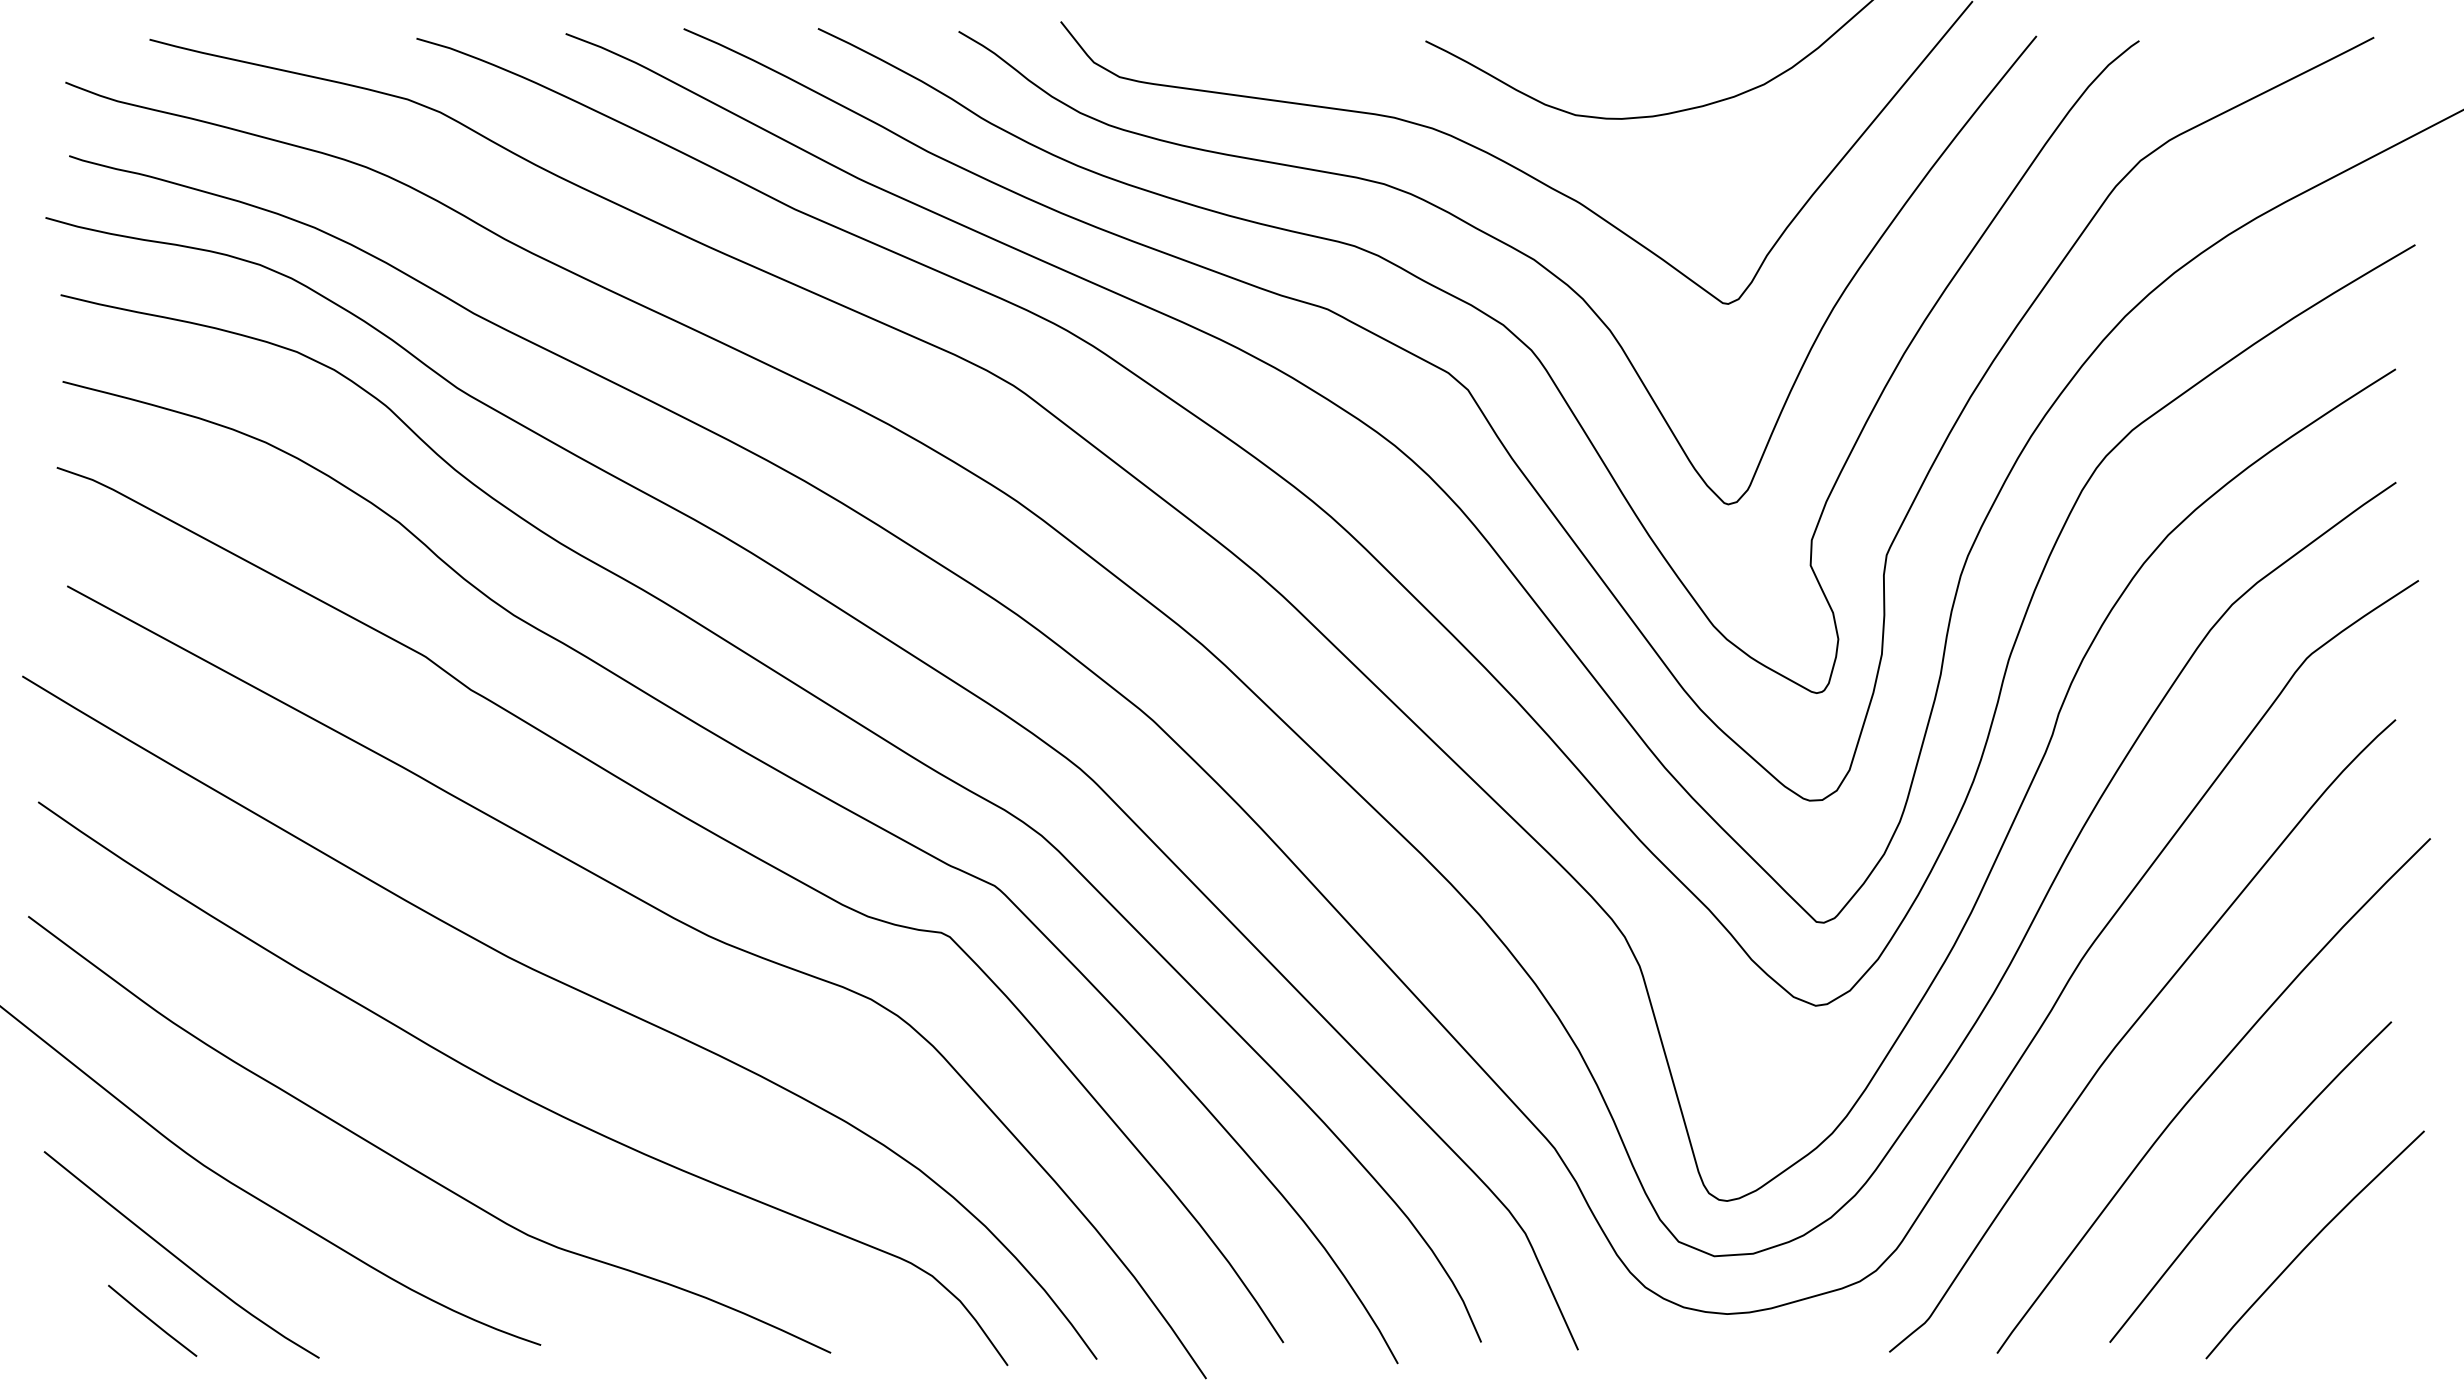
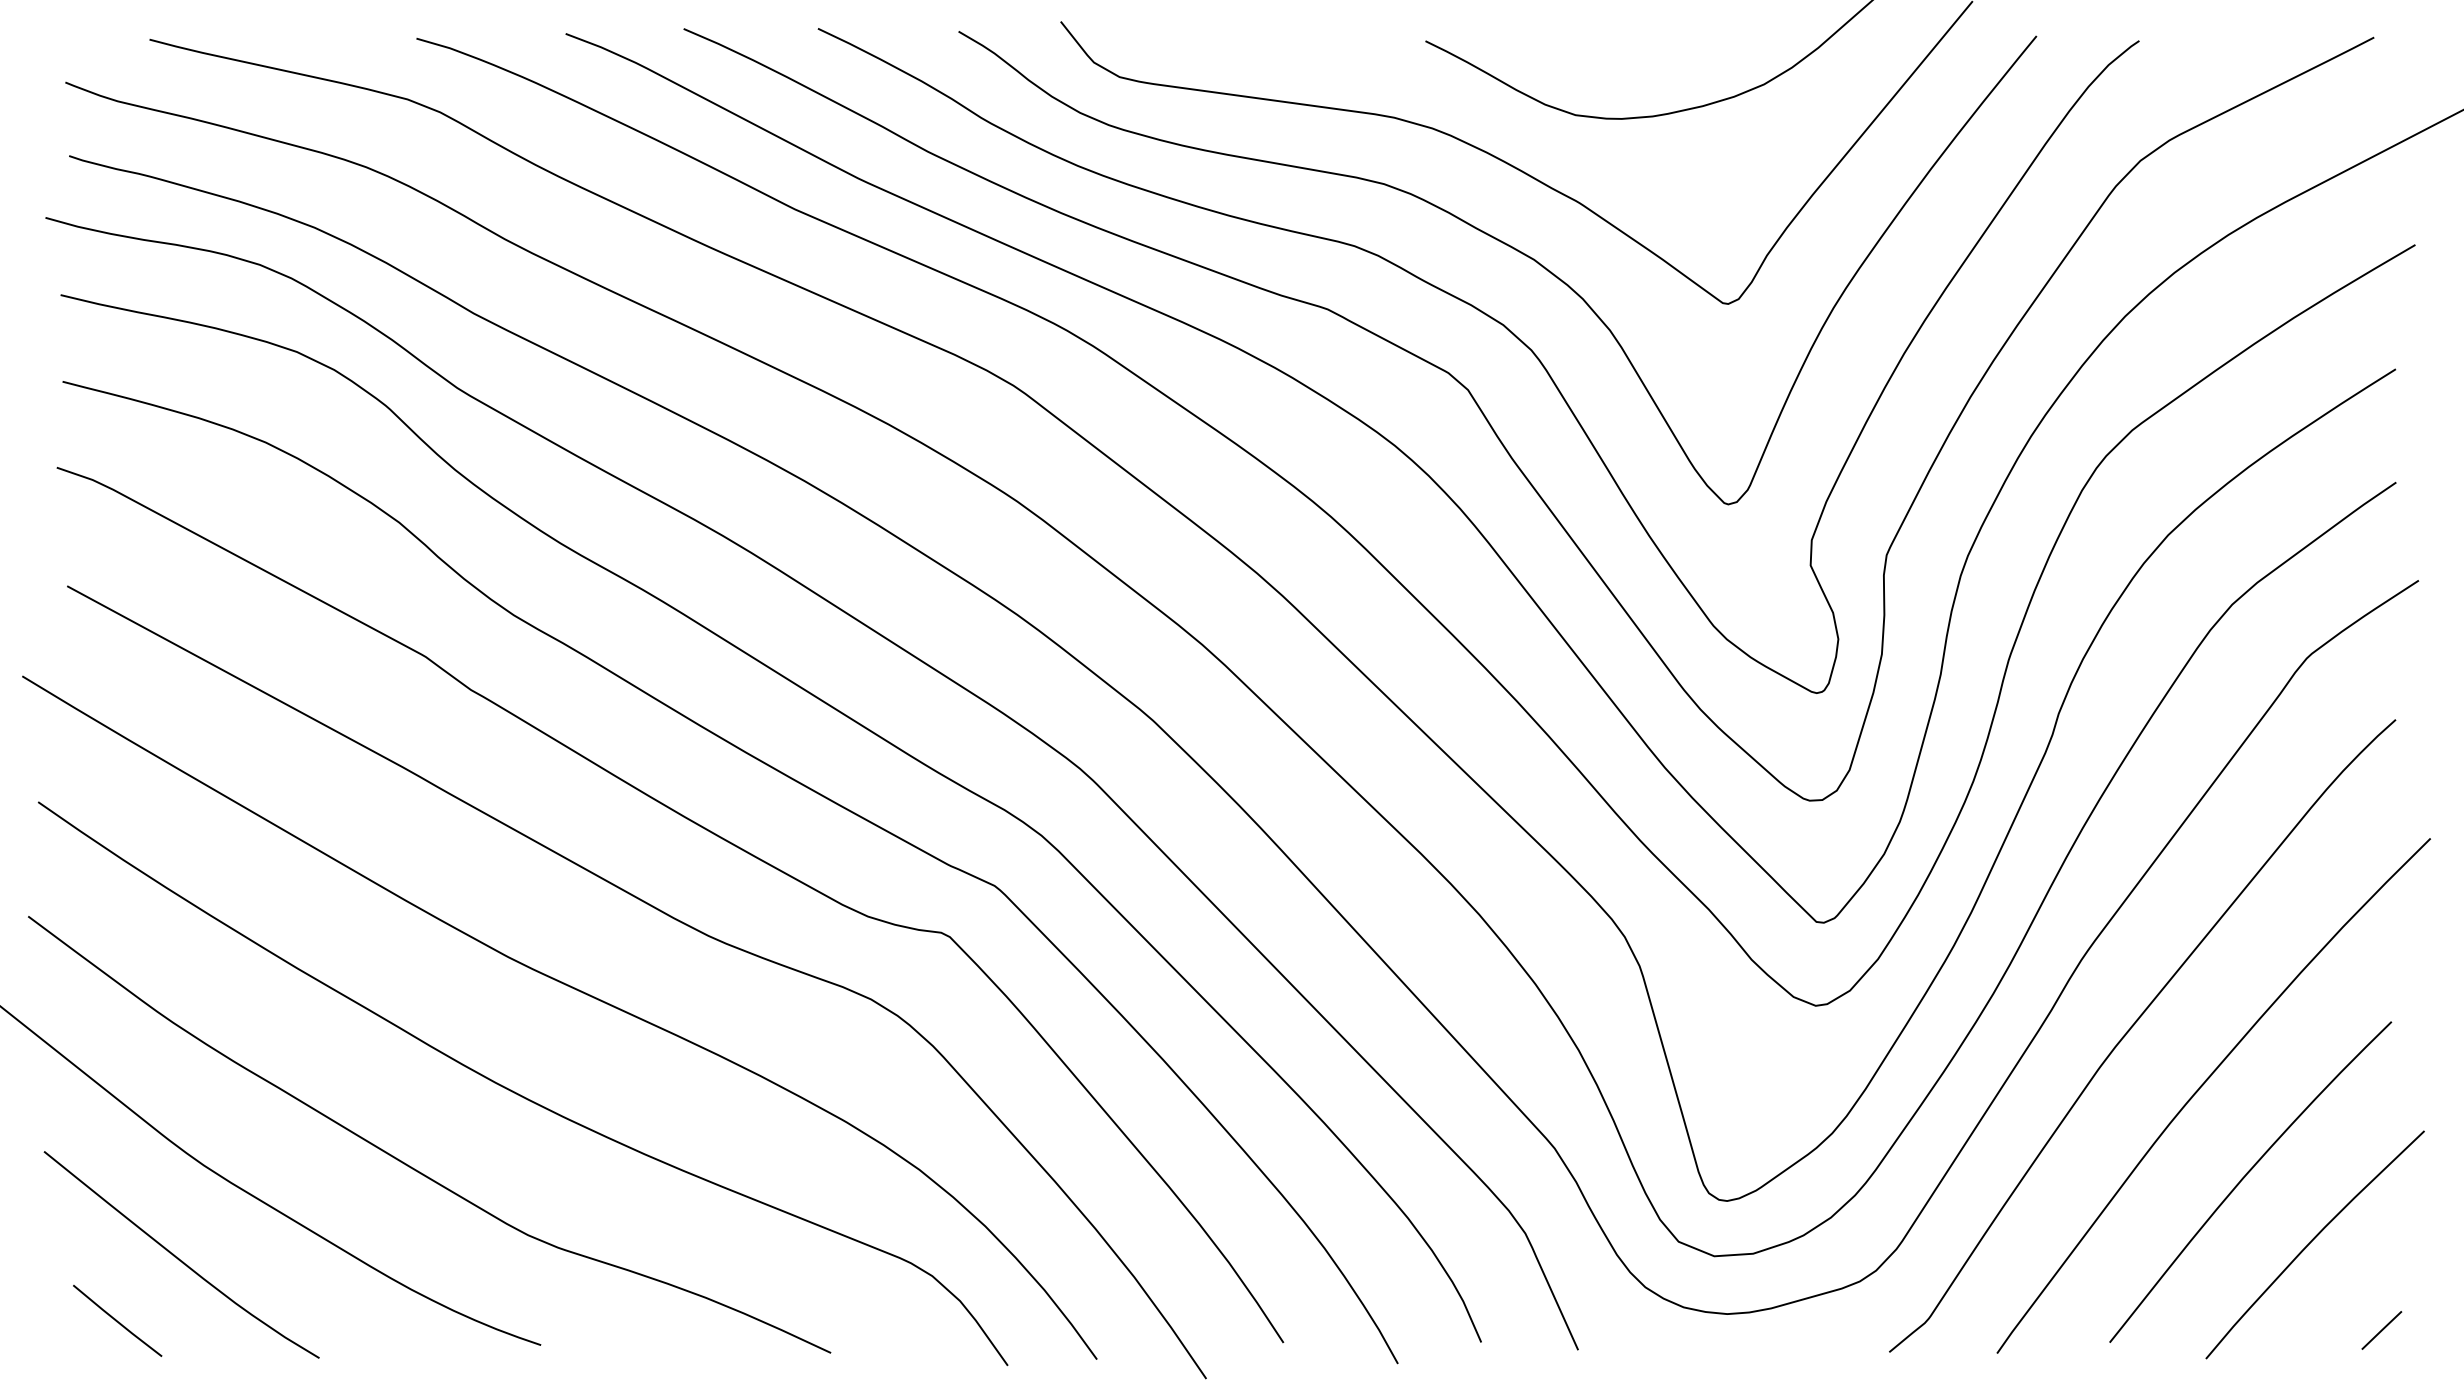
line at (152, 1320) position: (152, 1320) -> (117, 1320)
line at (2381, 1330): none -> present
